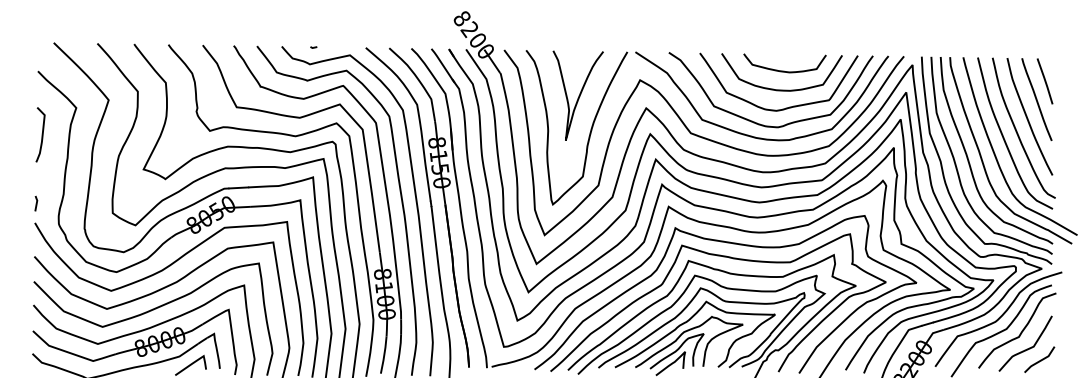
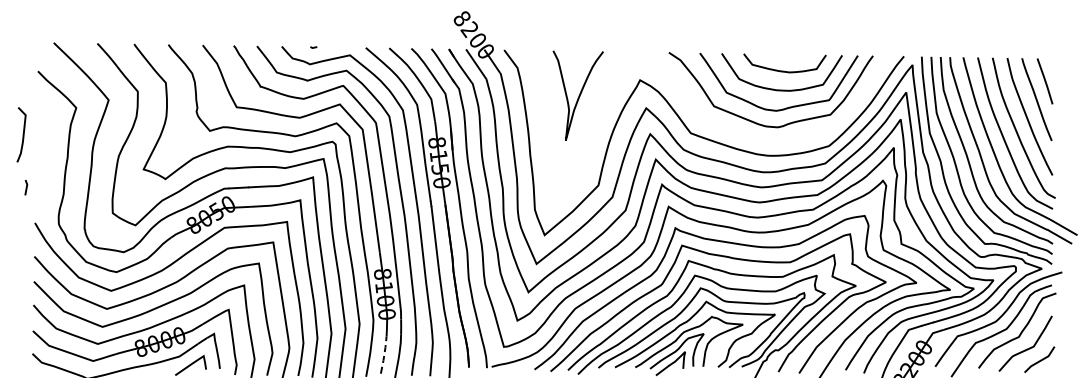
part at (707, 127): present -> none
curve at (41, 134) position: (41, 134) -> (22, 134)
line at (36, 203) position: (36, 203) -> (26, 187)
line at (384, 354): solid -> dashed
